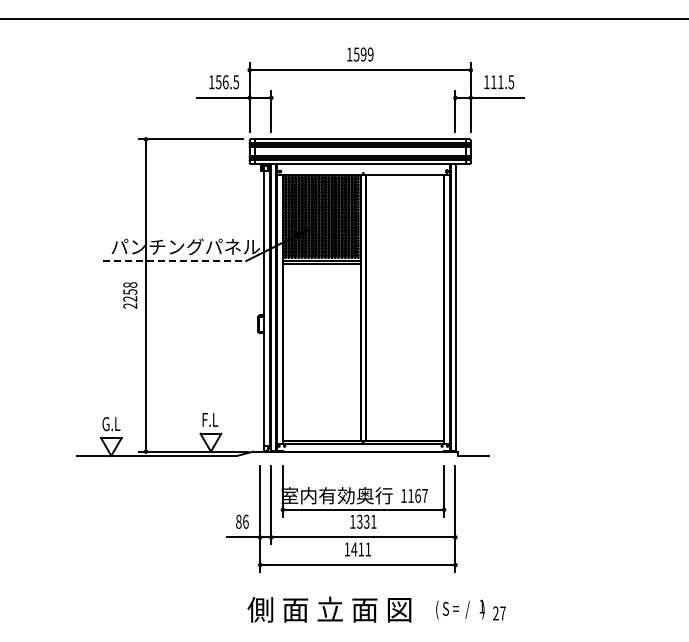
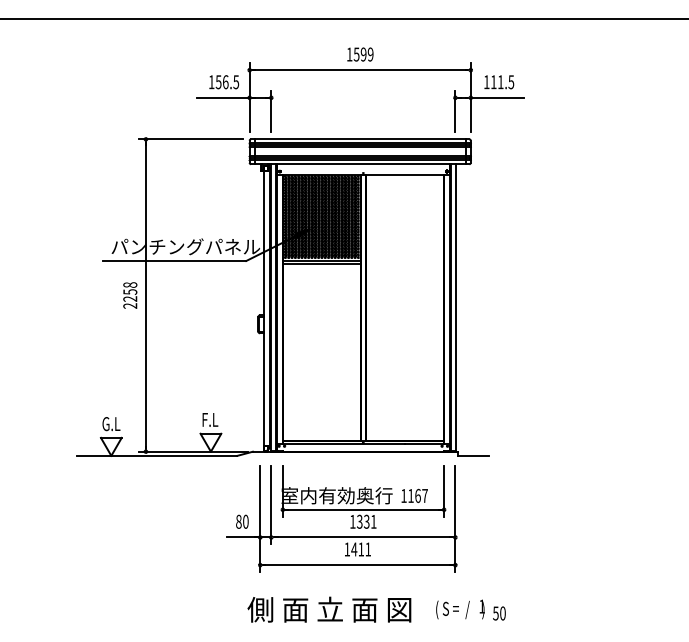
line at (175, 261): dashed -> solid
text at (245, 521): 86 -> 80
text at (499, 613): 27 -> 50
